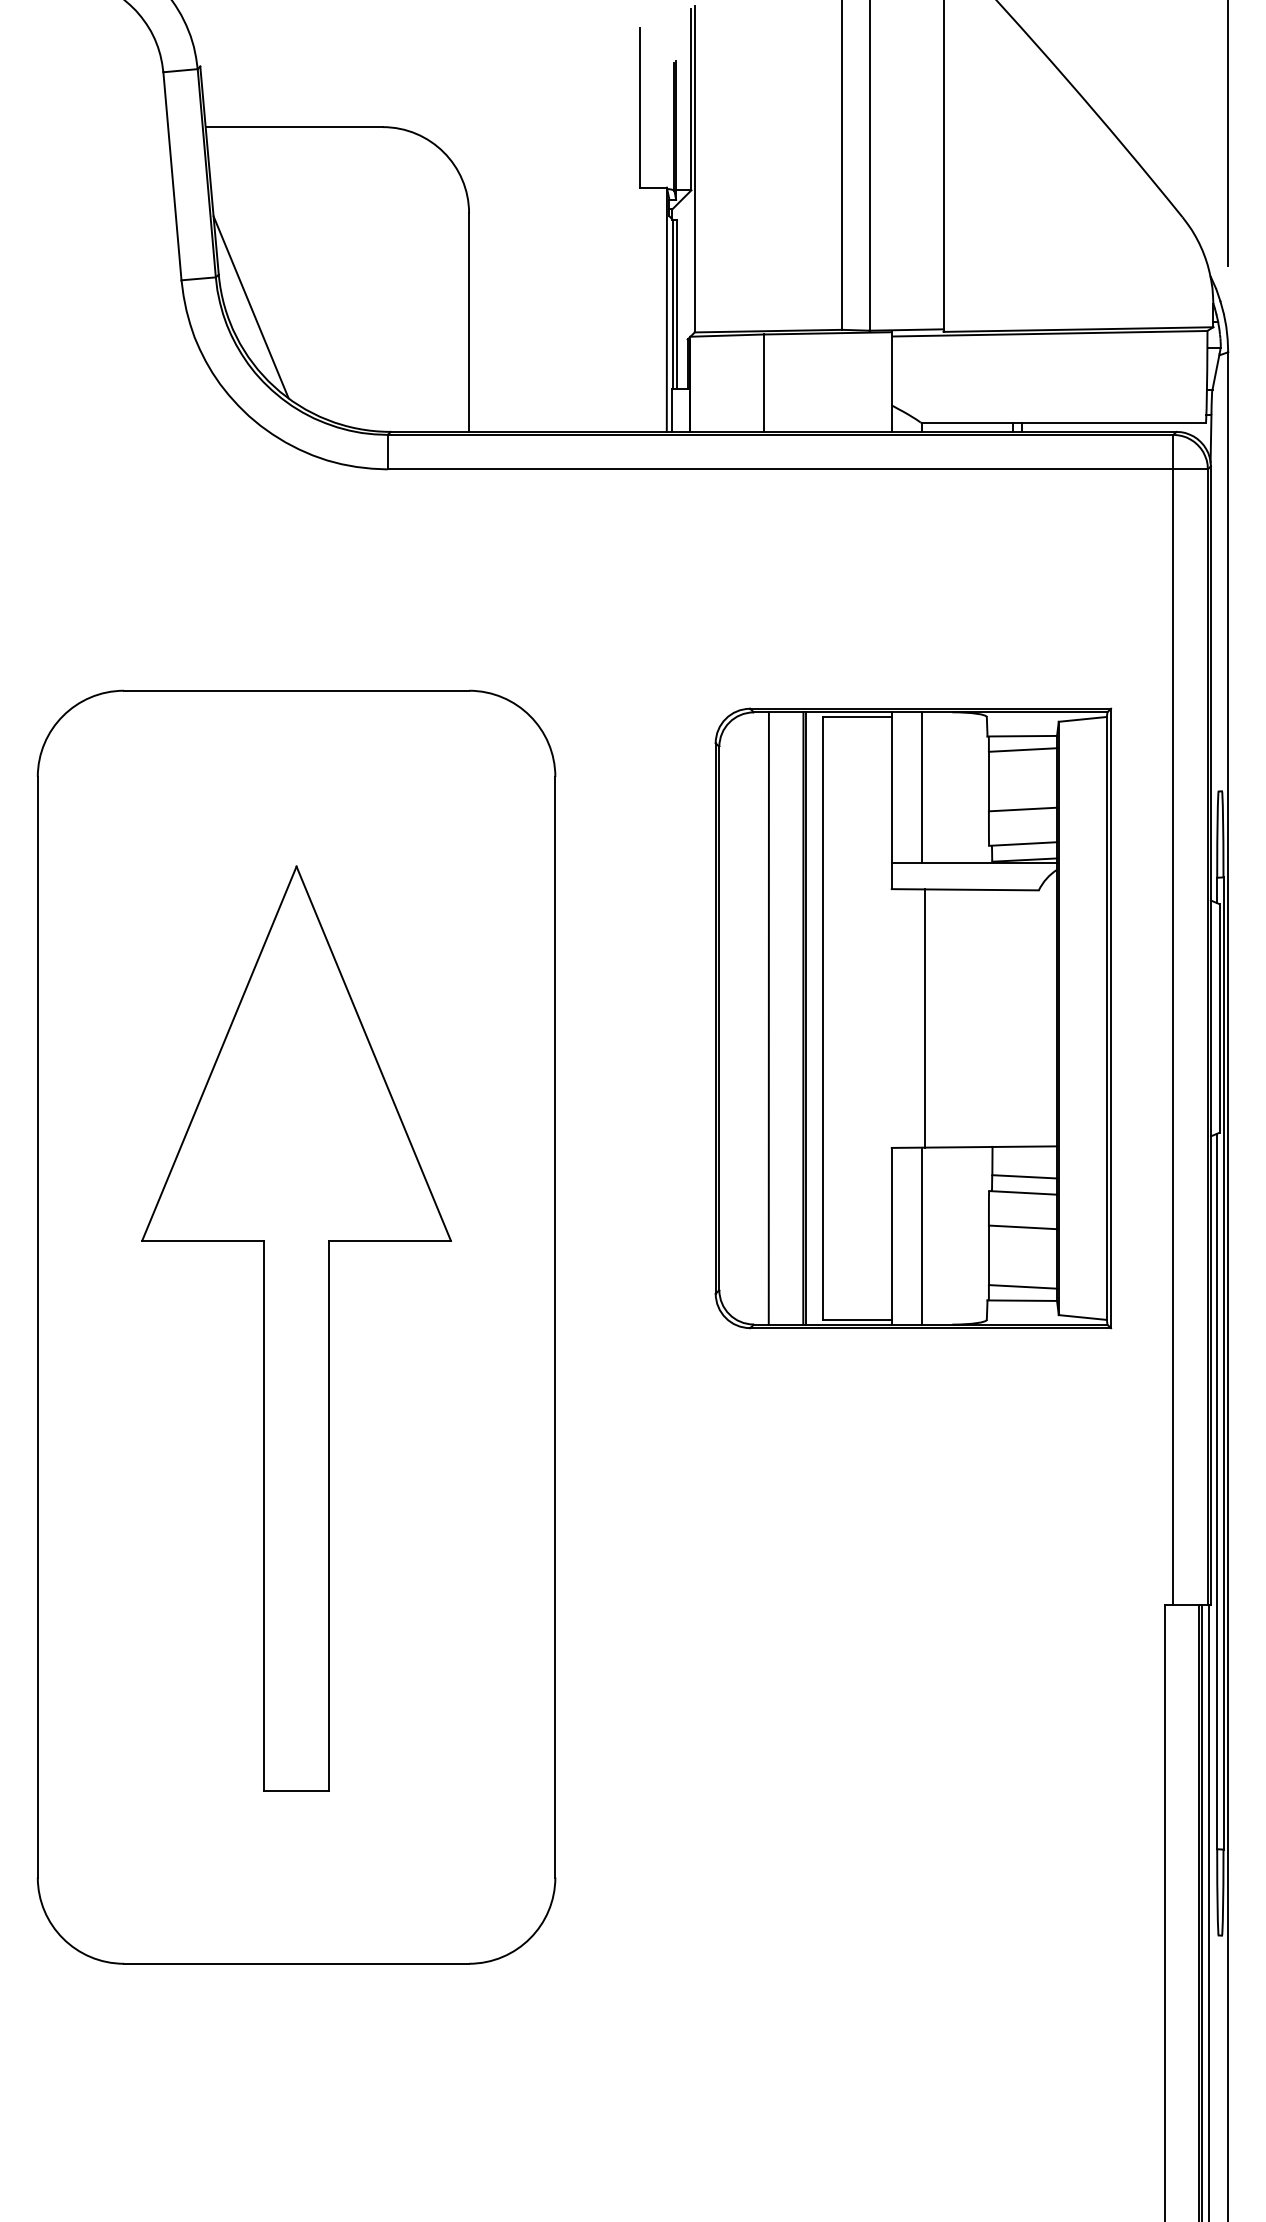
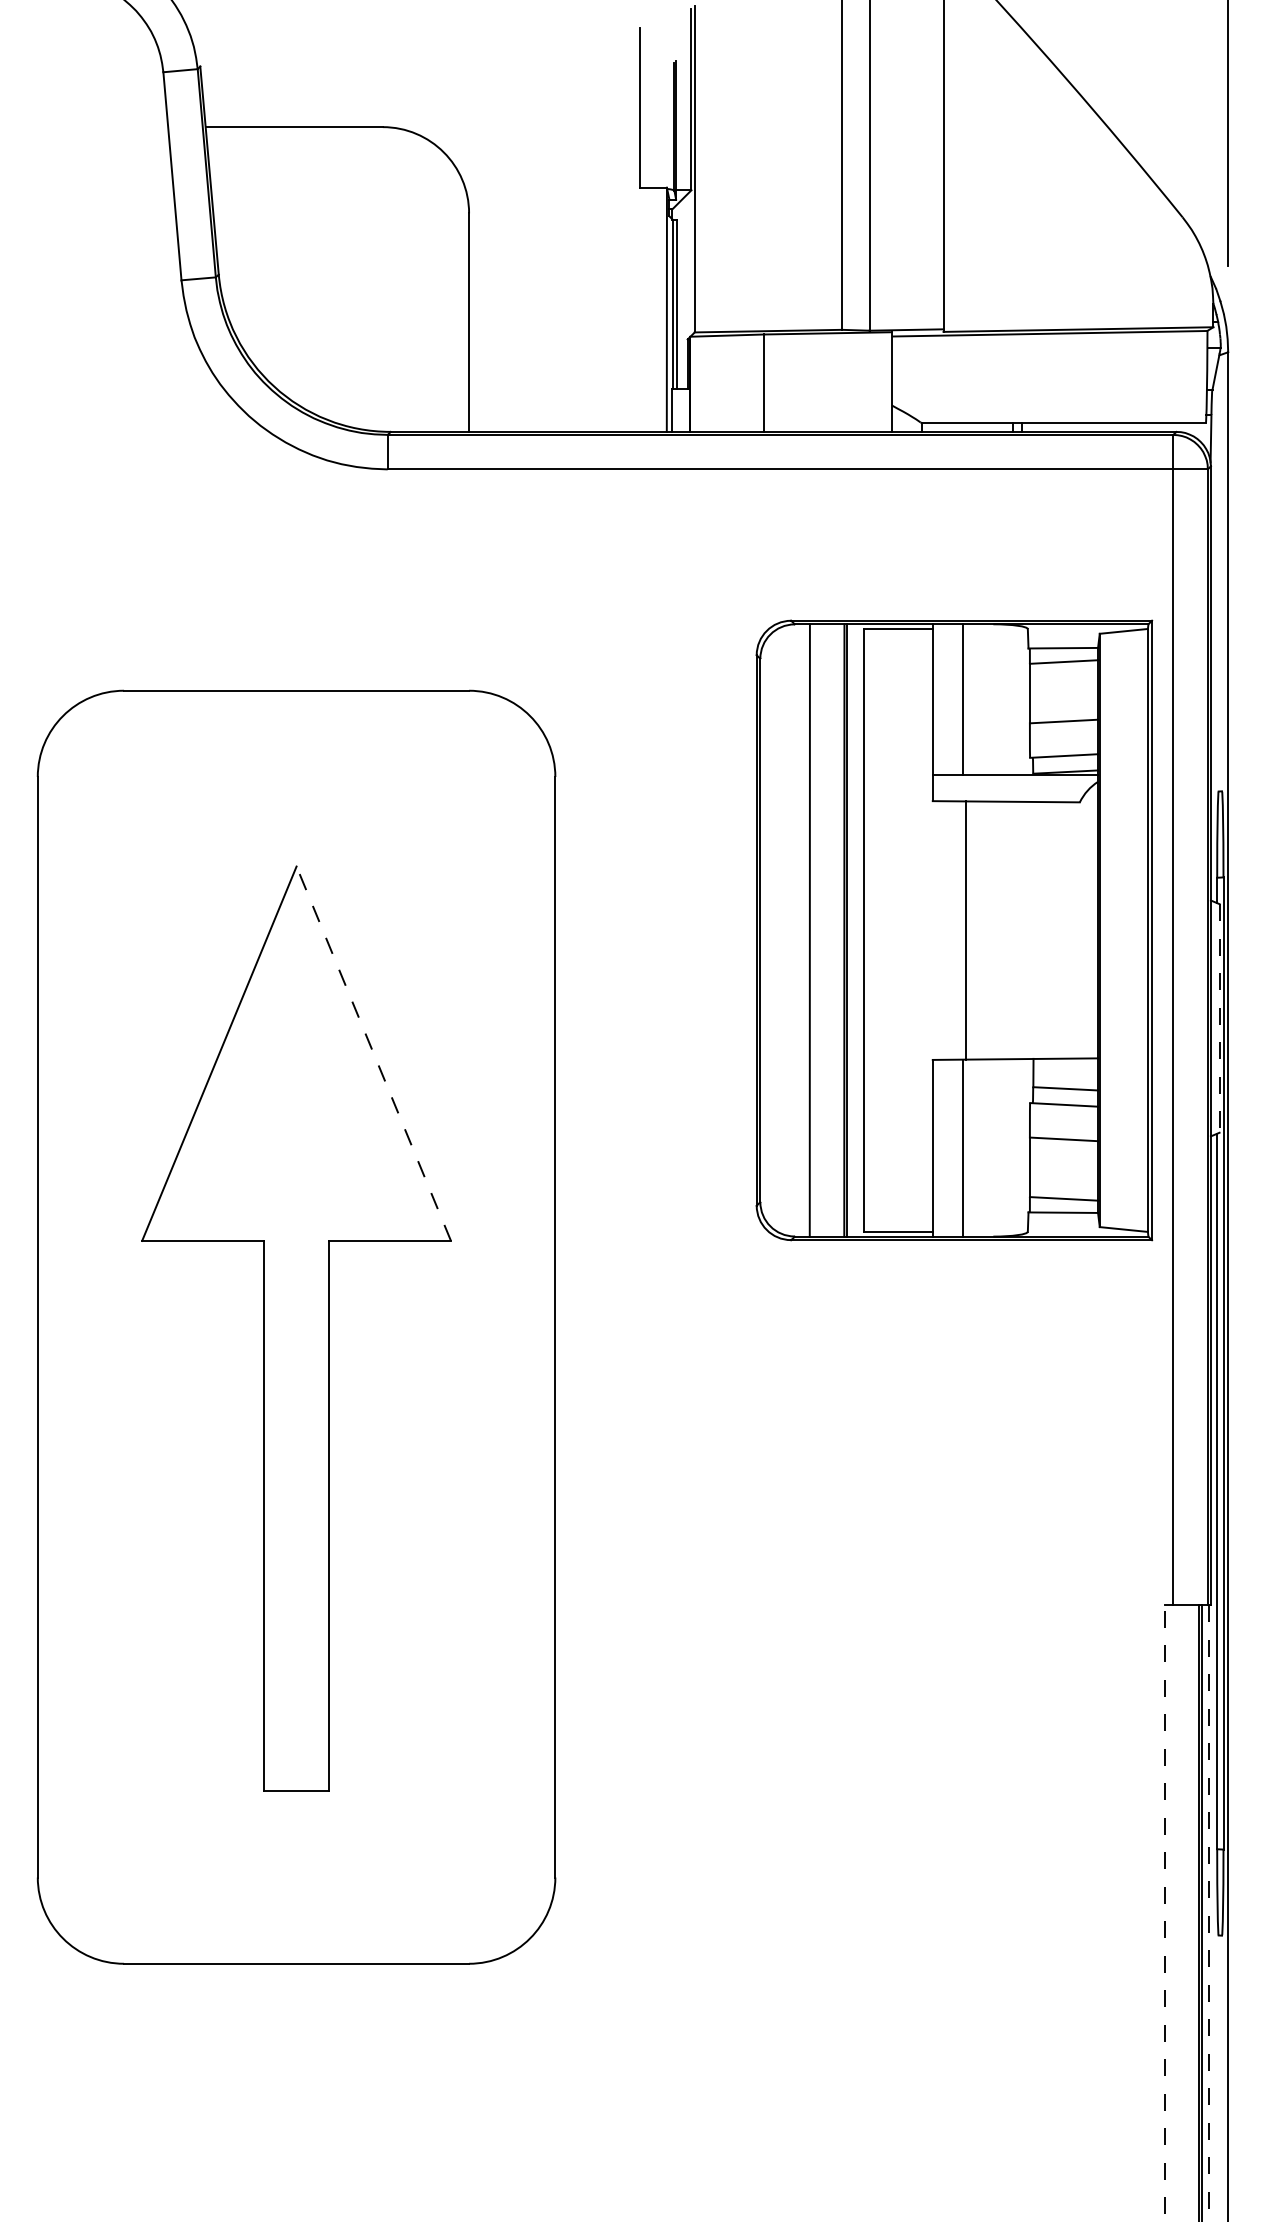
line at (250, 307): present -> none
part at (913, 1018) position: (913, 1018) -> (954, 930)
line at (1219, 1018): solid -> dashed
line at (373, 1053): solid -> dashed
line at (1164, 1913): solid -> dashed
line at (1208, 1913): solid -> dashed
